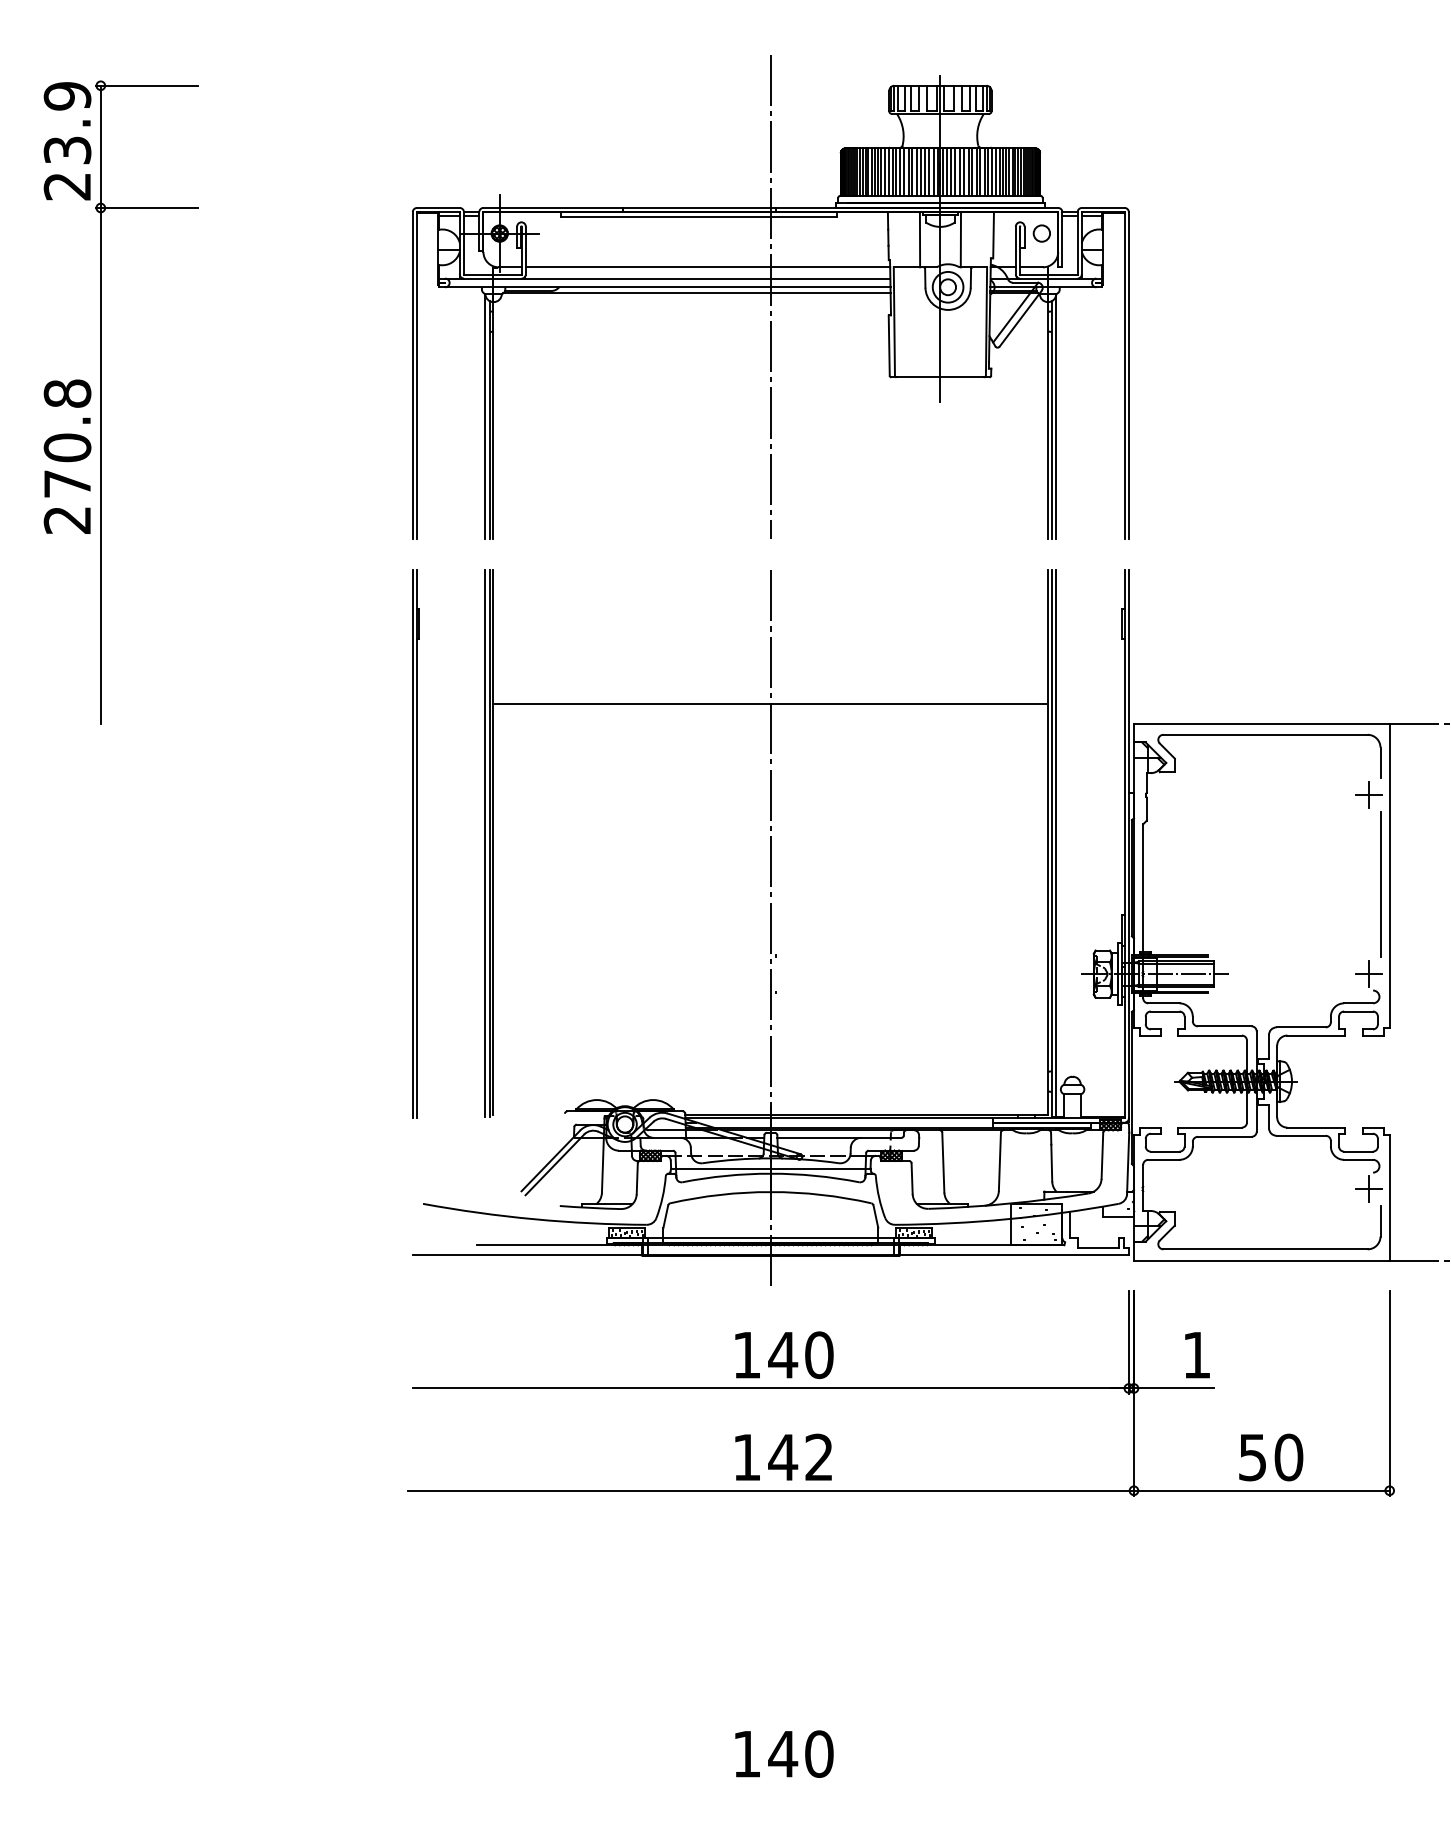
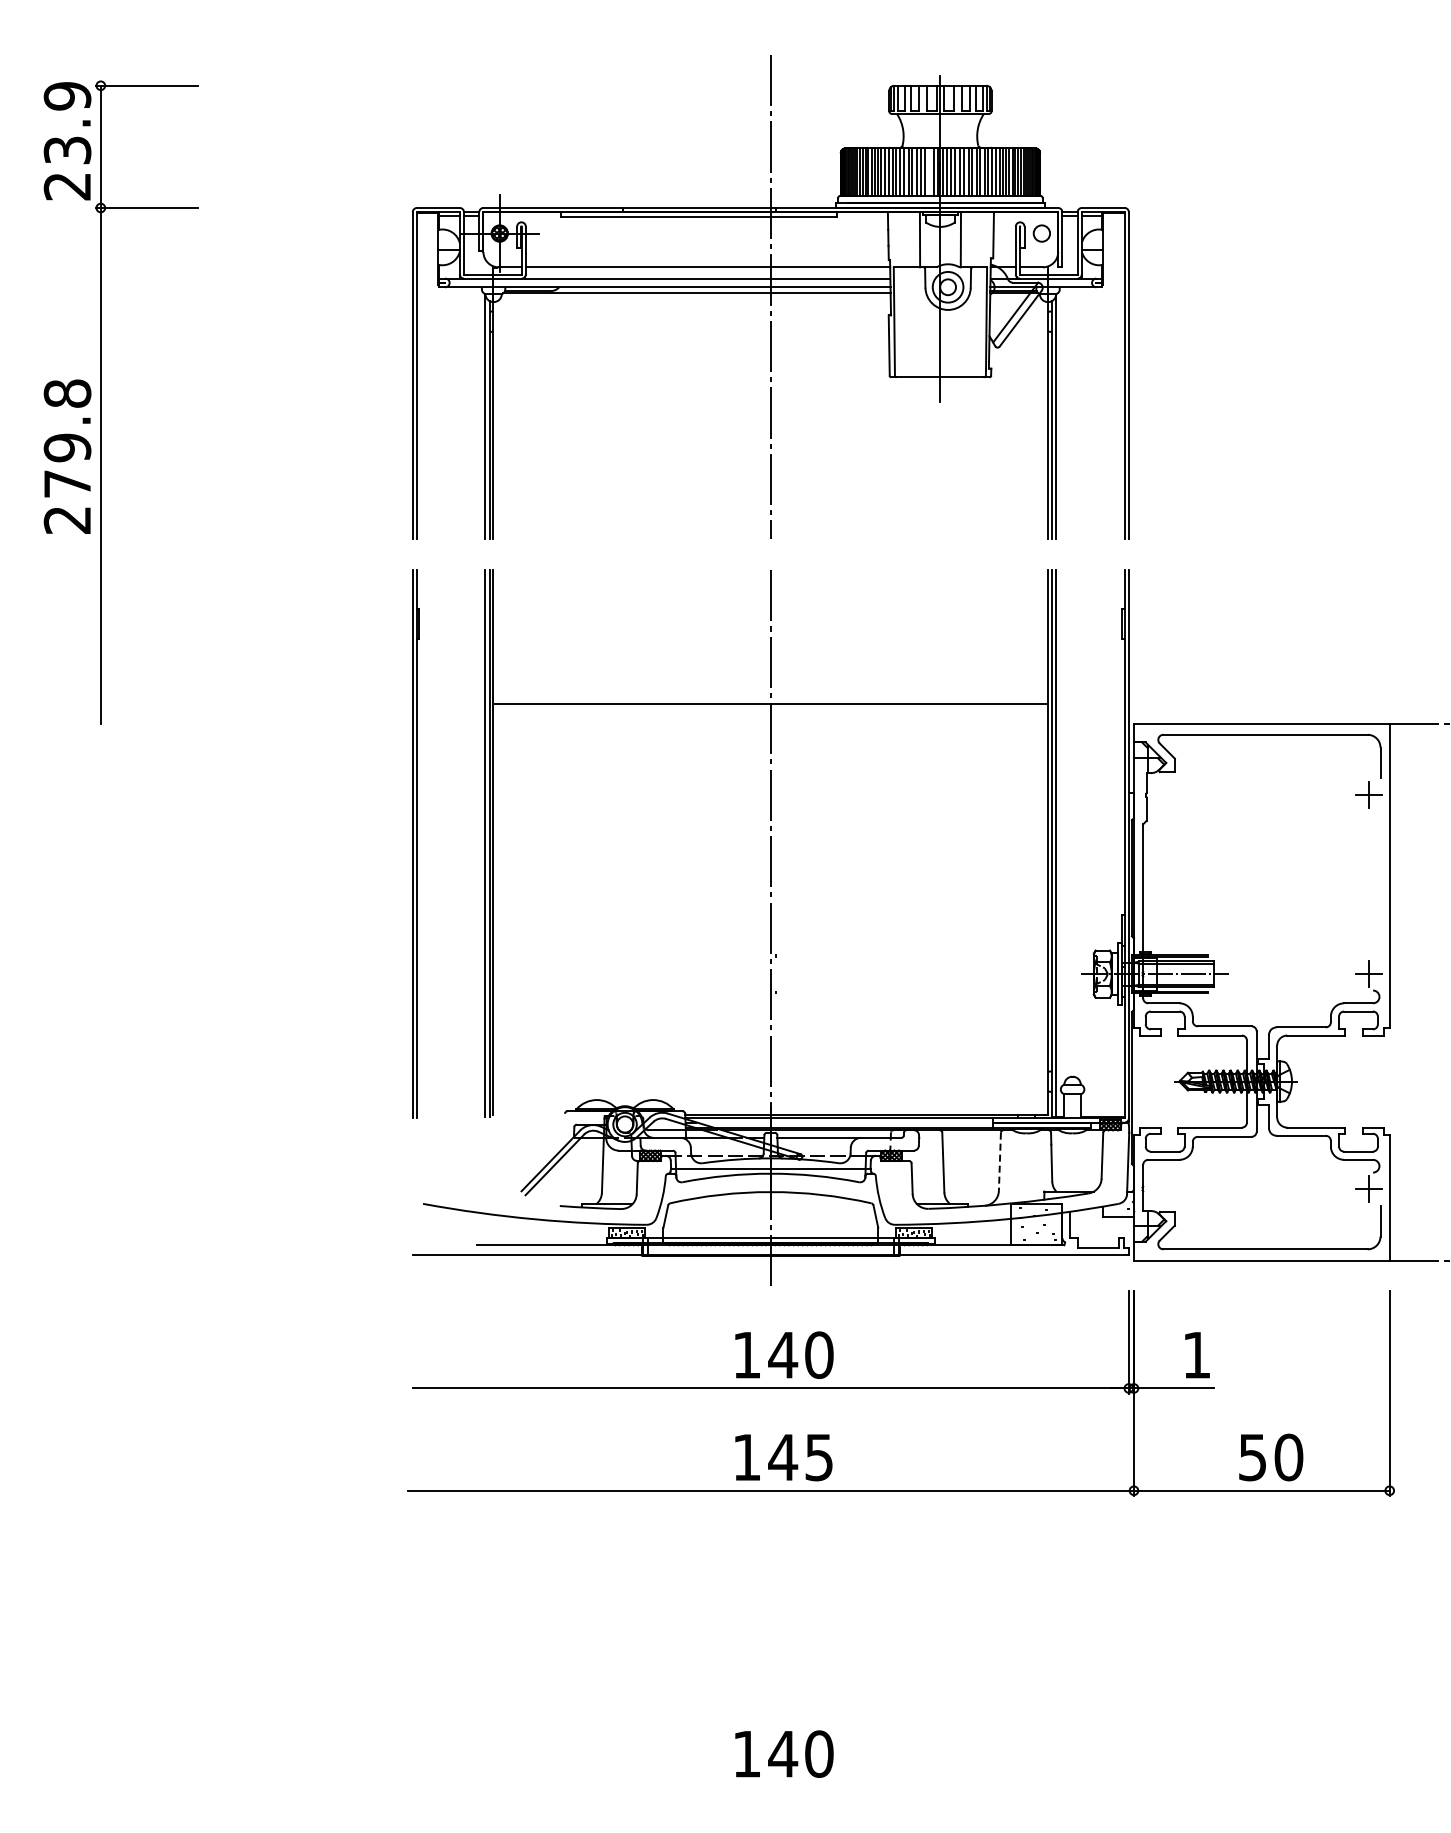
line at (929, 171): present -> none
text at (67, 447): 270.8 -> 279.8
line at (1380, 884): present -> none
line at (999, 1162): solid -> dashed
text at (818, 1457): 142 -> 145
